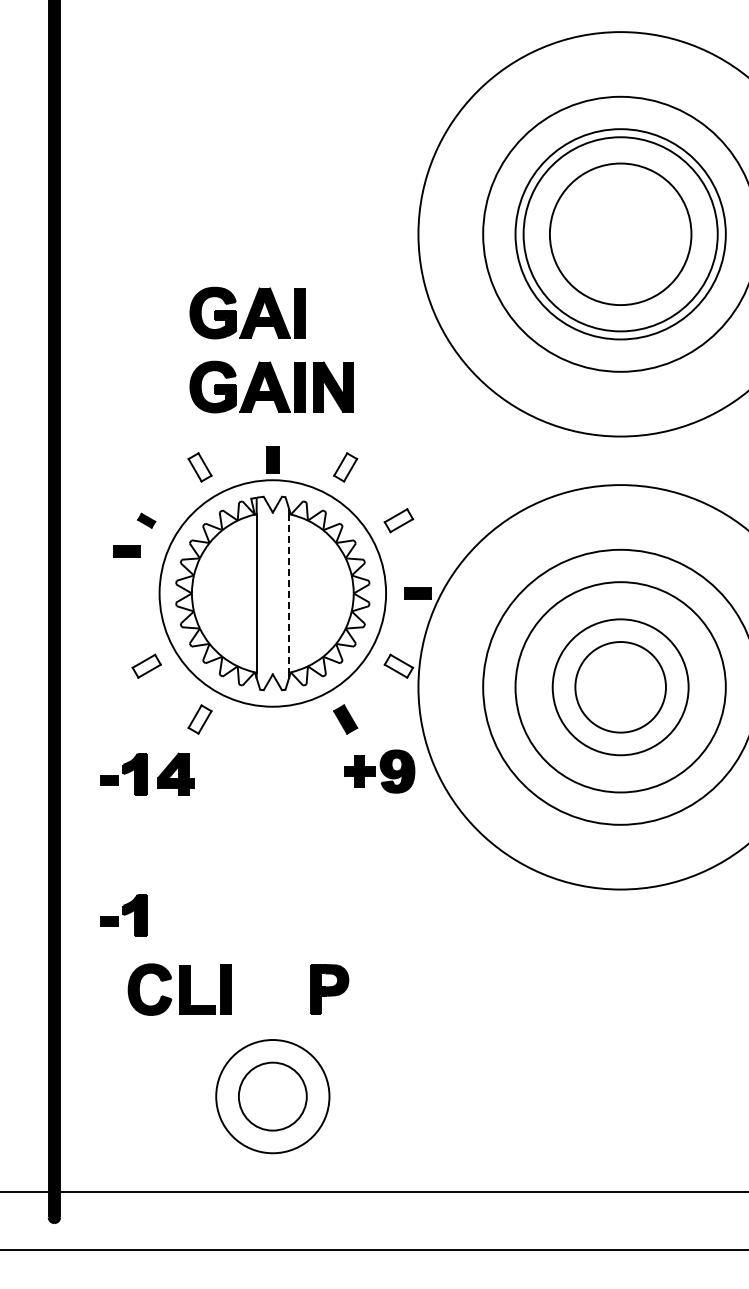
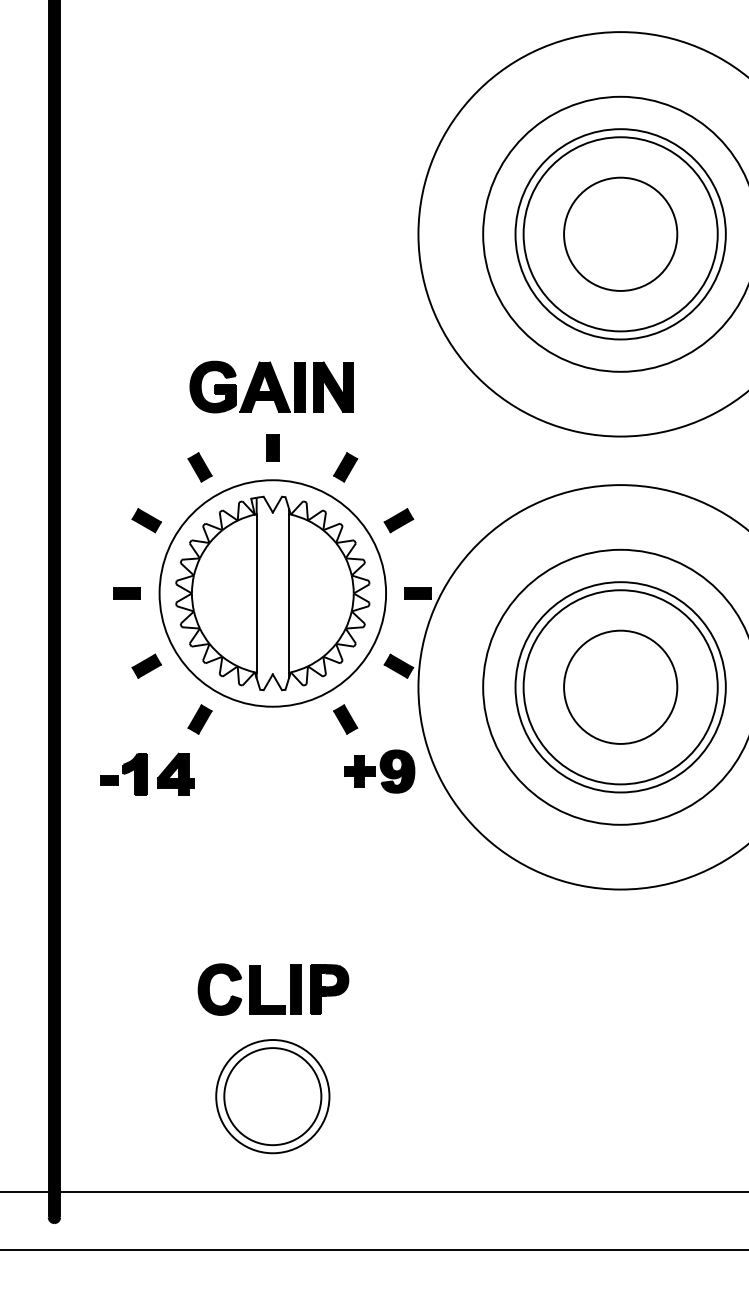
circle at (620, 234) diameter: 142 px -> 113 px
part at (247, 312): present -> none
part at (272, 459) position: (272, 459) -> (272, 447)
fill at (199, 467): none -> present
fill at (345, 467): none -> present
part at (146, 520) size: 20x17 px -> 31x26 px
fill at (398, 520): none -> present
part at (126, 551) position: (126, 551) -> (126, 593)
line at (289, 593): dashed -> solid
fill at (146, 665): none -> present
fill at (398, 665): none -> present
circle at (620, 687) diameter: 136 px -> 194 px
circle at (620, 687) diameter: 91 px -> 113 px
fill at (199, 719): none -> present
part at (123, 915): present -> none
part at (179, 989) position: (179, 989) -> (249, 989)
circle at (272, 1096) diameter: 68 px -> 97 px
